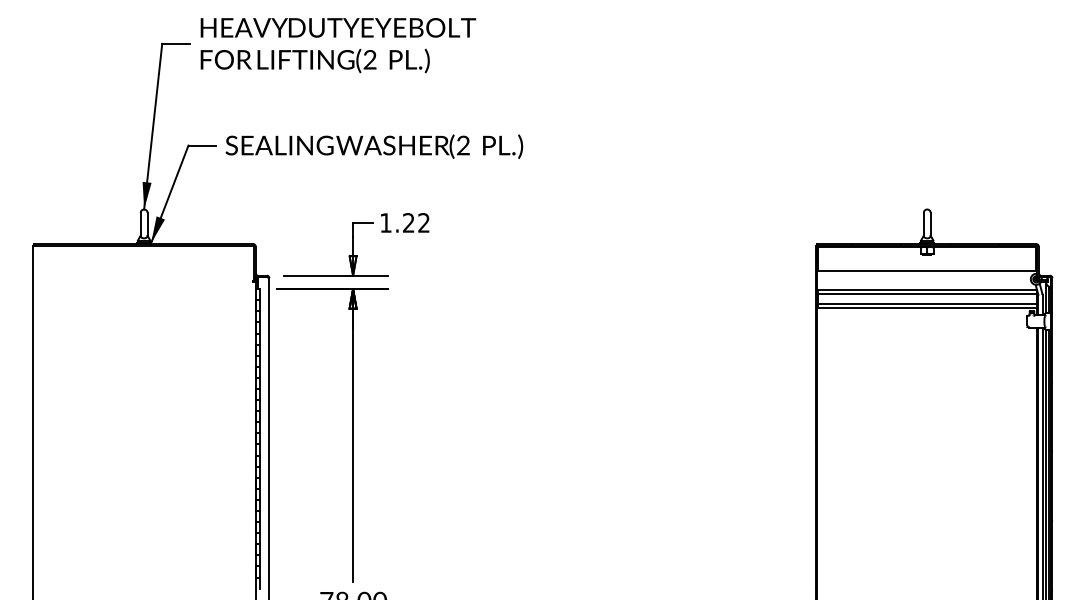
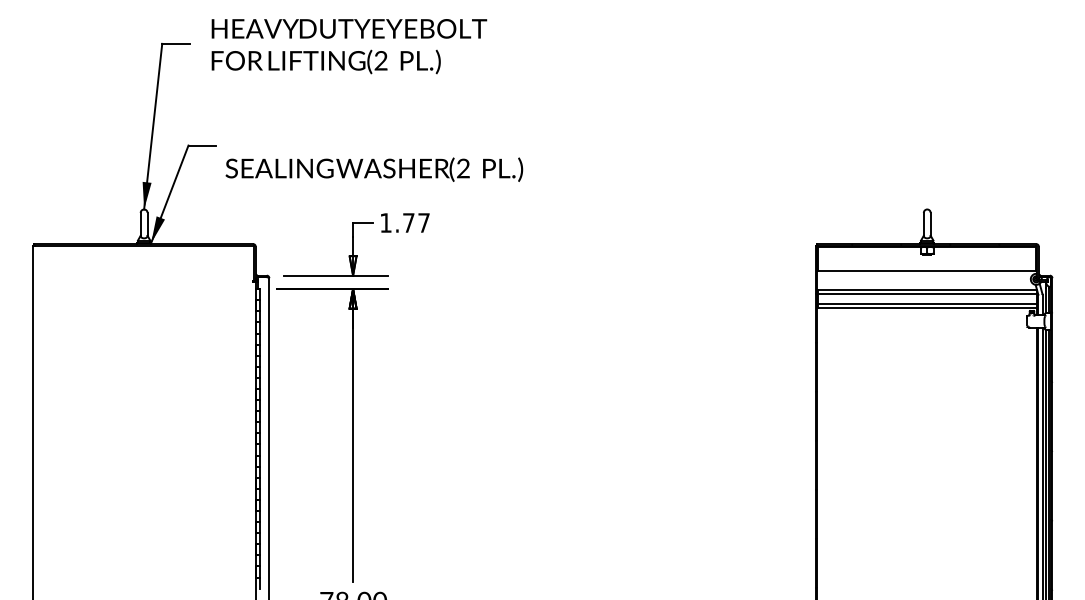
text at (338, 45) position: (338, 45) -> (349, 46)
text at (374, 146) position: (374, 146) -> (374, 169)
text at (416, 222): 1.22 -> 1.77
